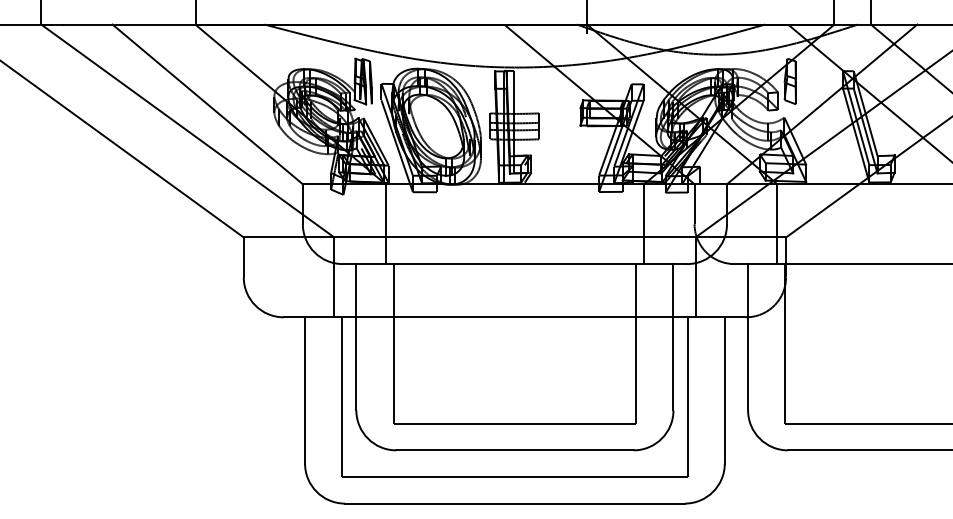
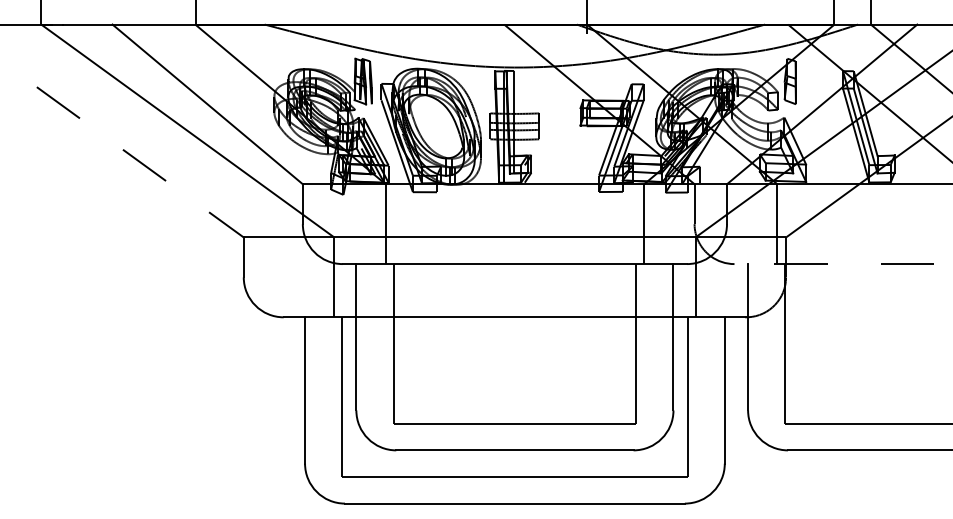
line at (122, 149): solid -> dashed
line at (843, 264): solid -> dashed
